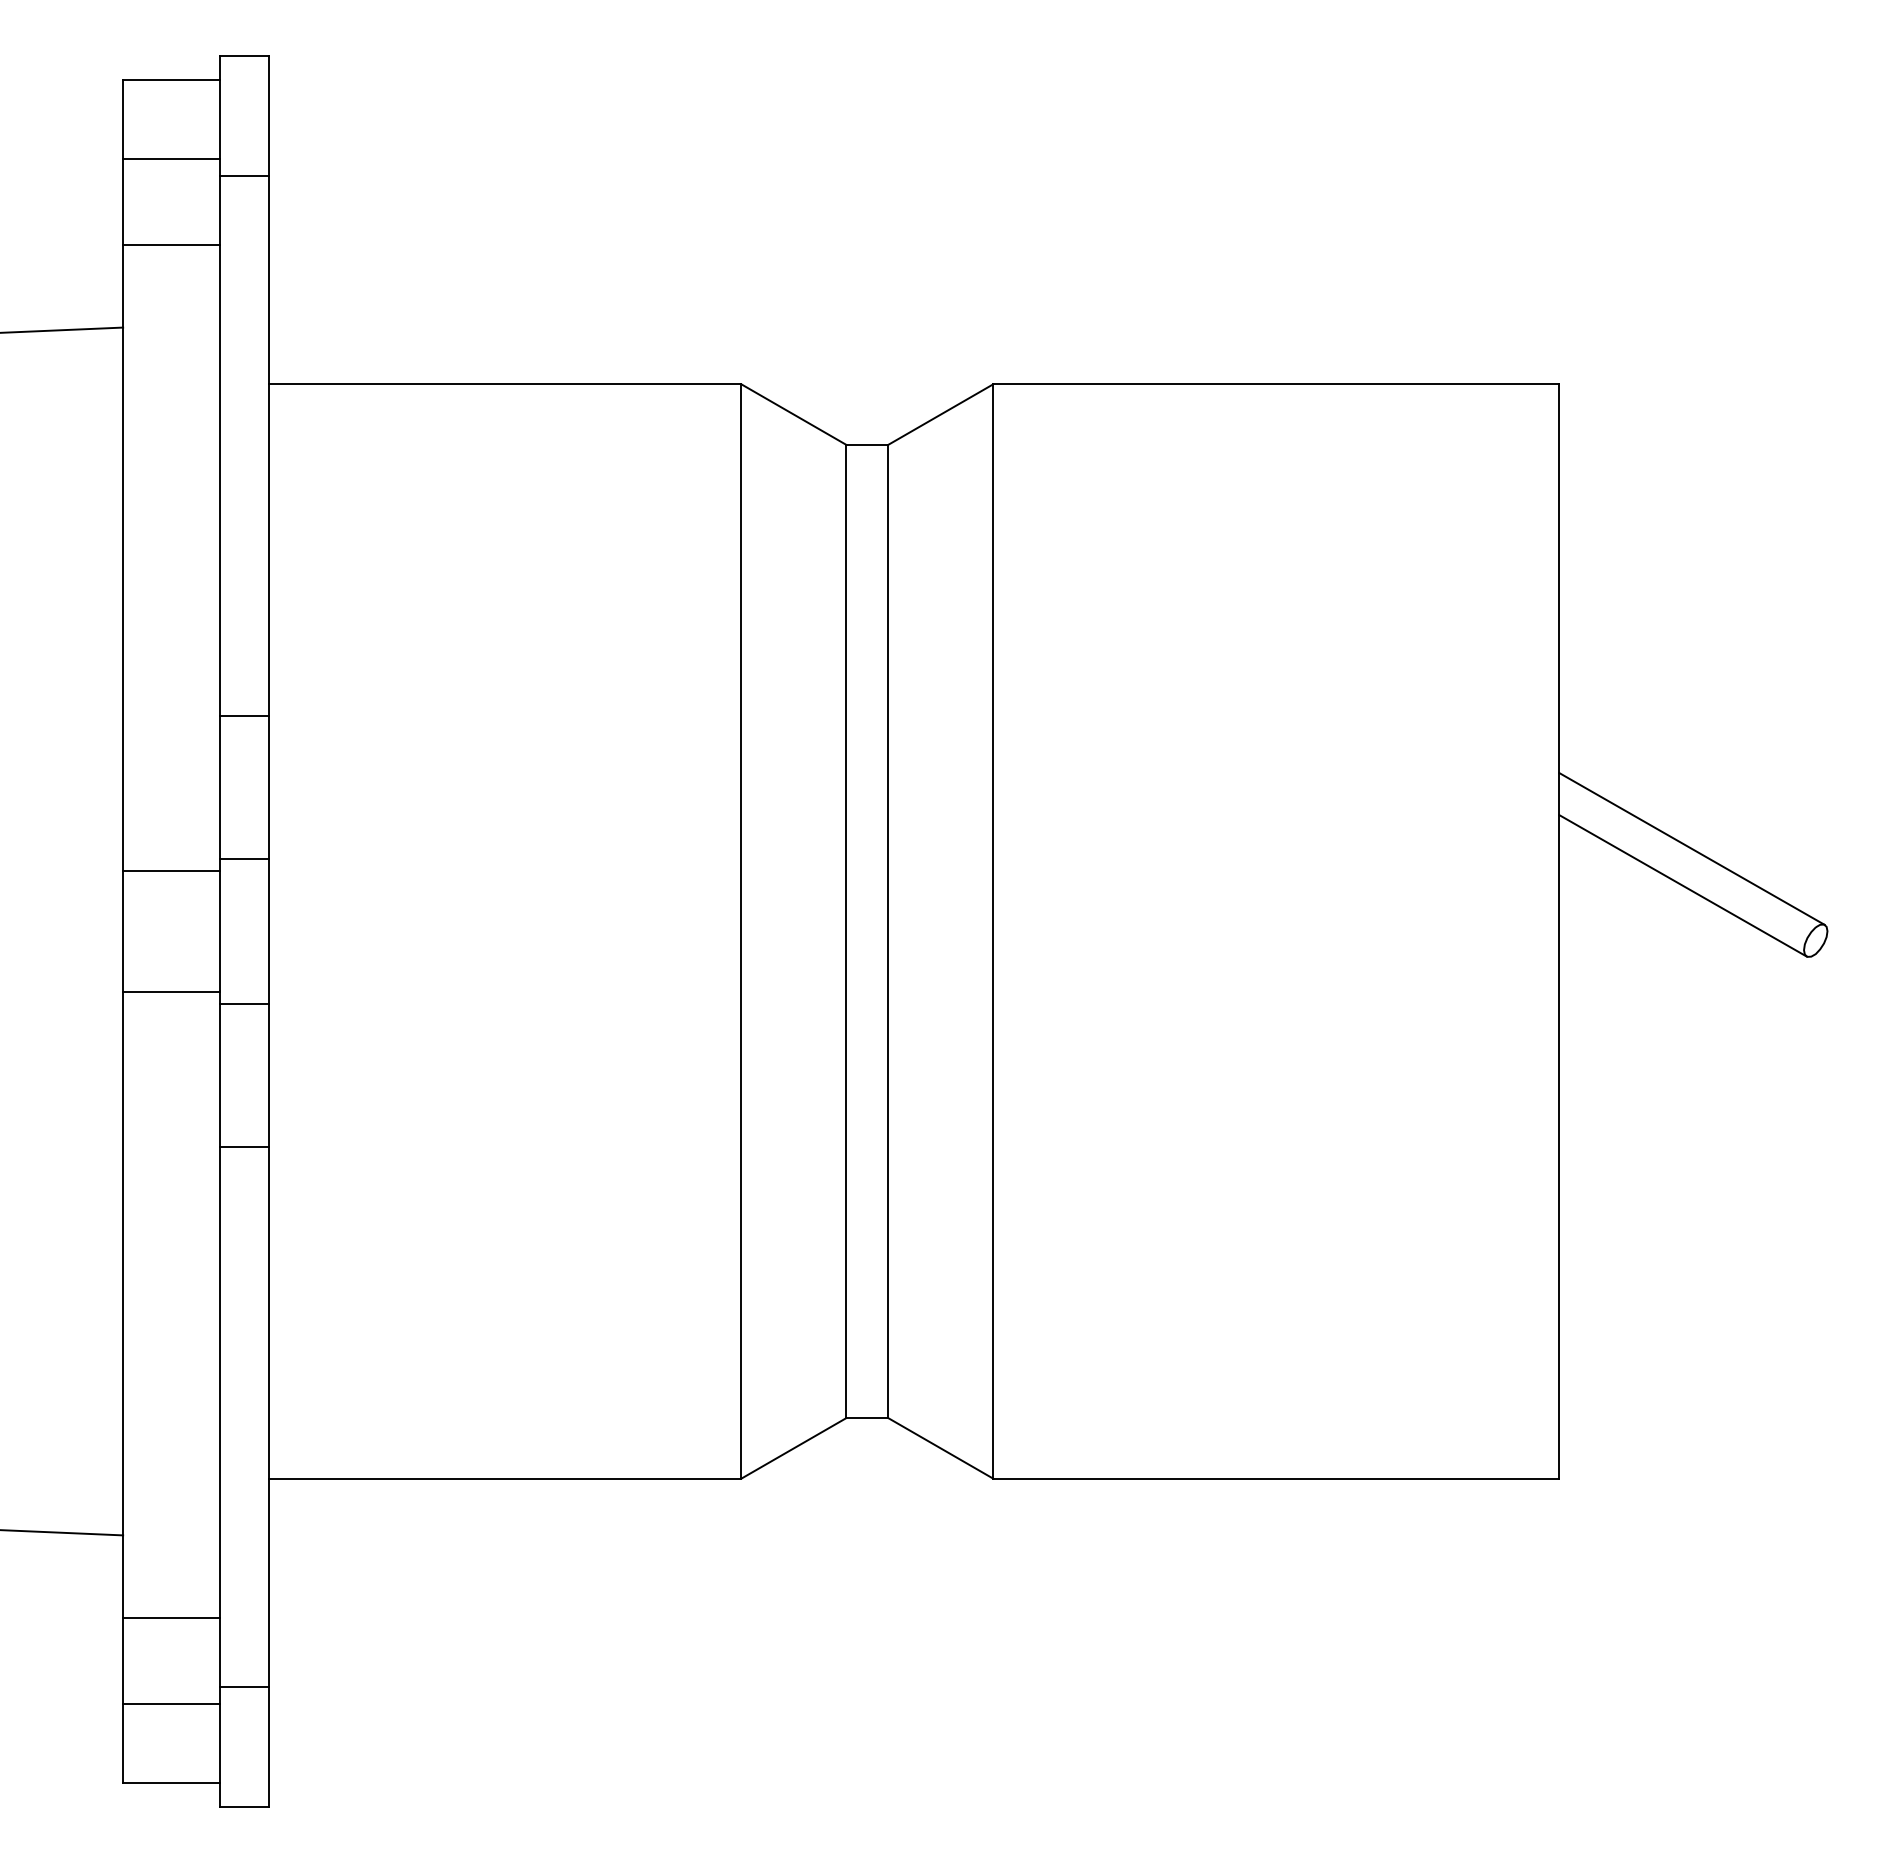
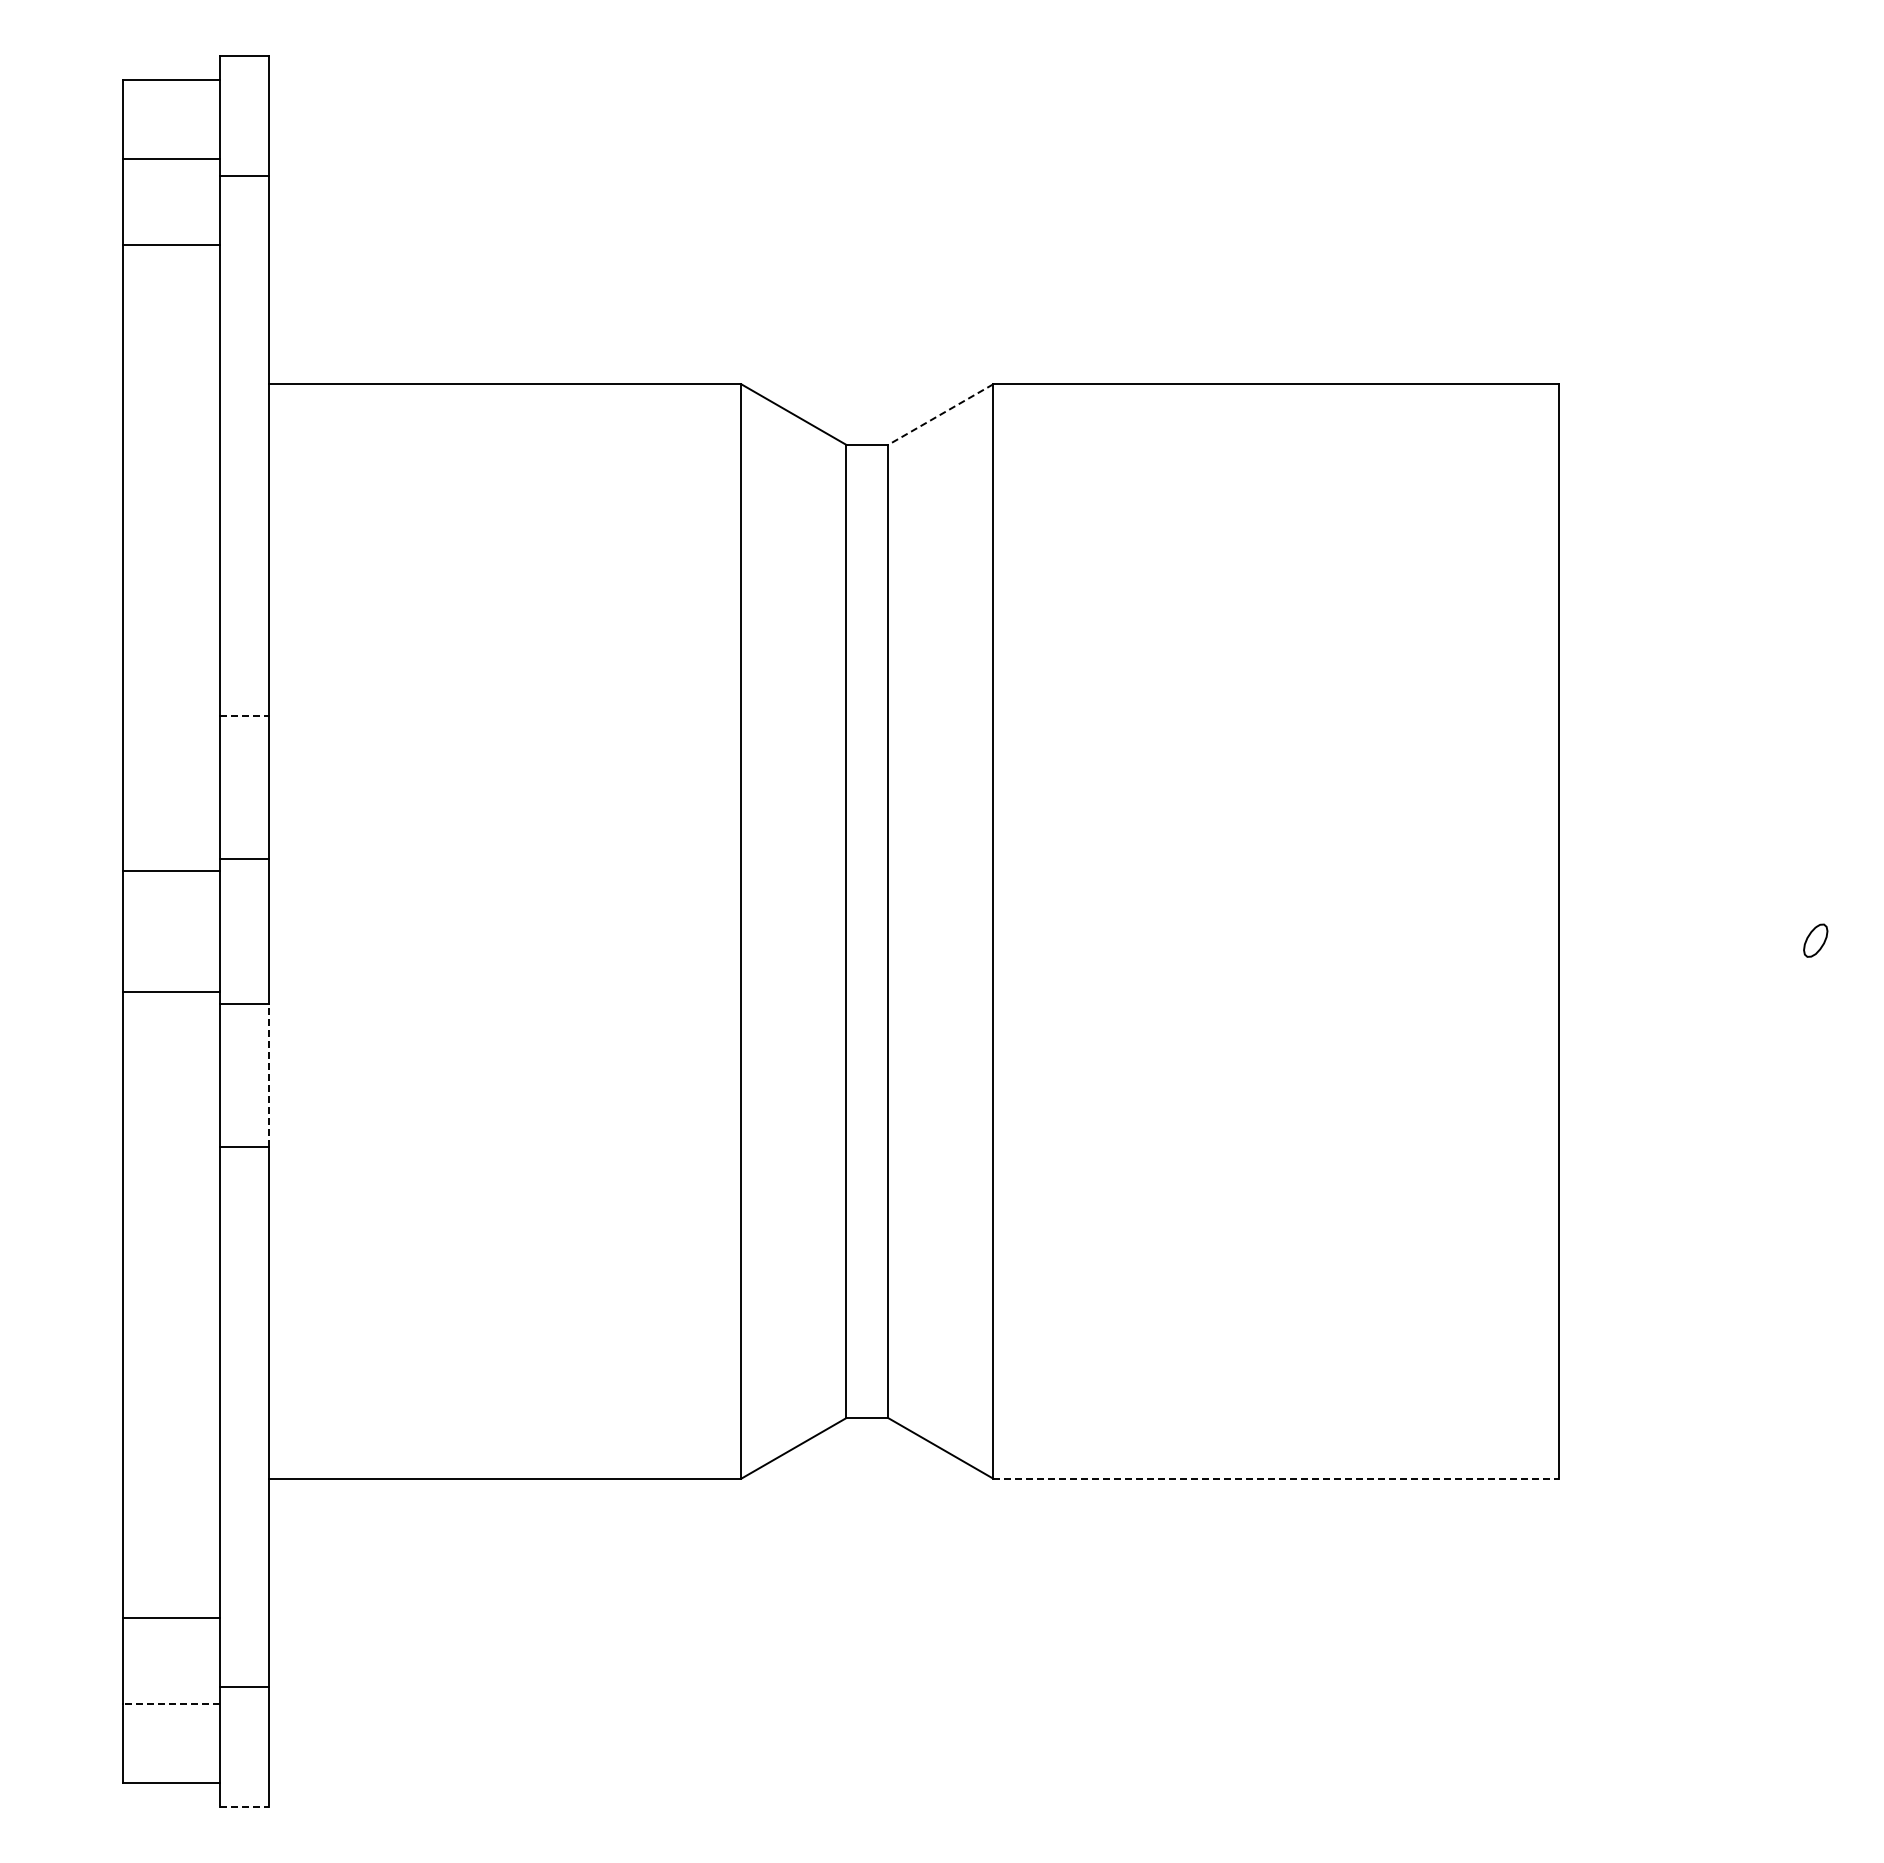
line at (62, 329): present -> none
line at (940, 414): solid -> dashed
line at (245, 715): solid -> dashed
line at (1691, 848): present -> none
line at (1682, 885): present -> none
line at (269, 1075): solid -> dashed
line at (1276, 1478): solid -> dashed
line at (62, 1532): present -> none
line at (171, 1704): solid -> dashed
line at (245, 1807): solid -> dashed
